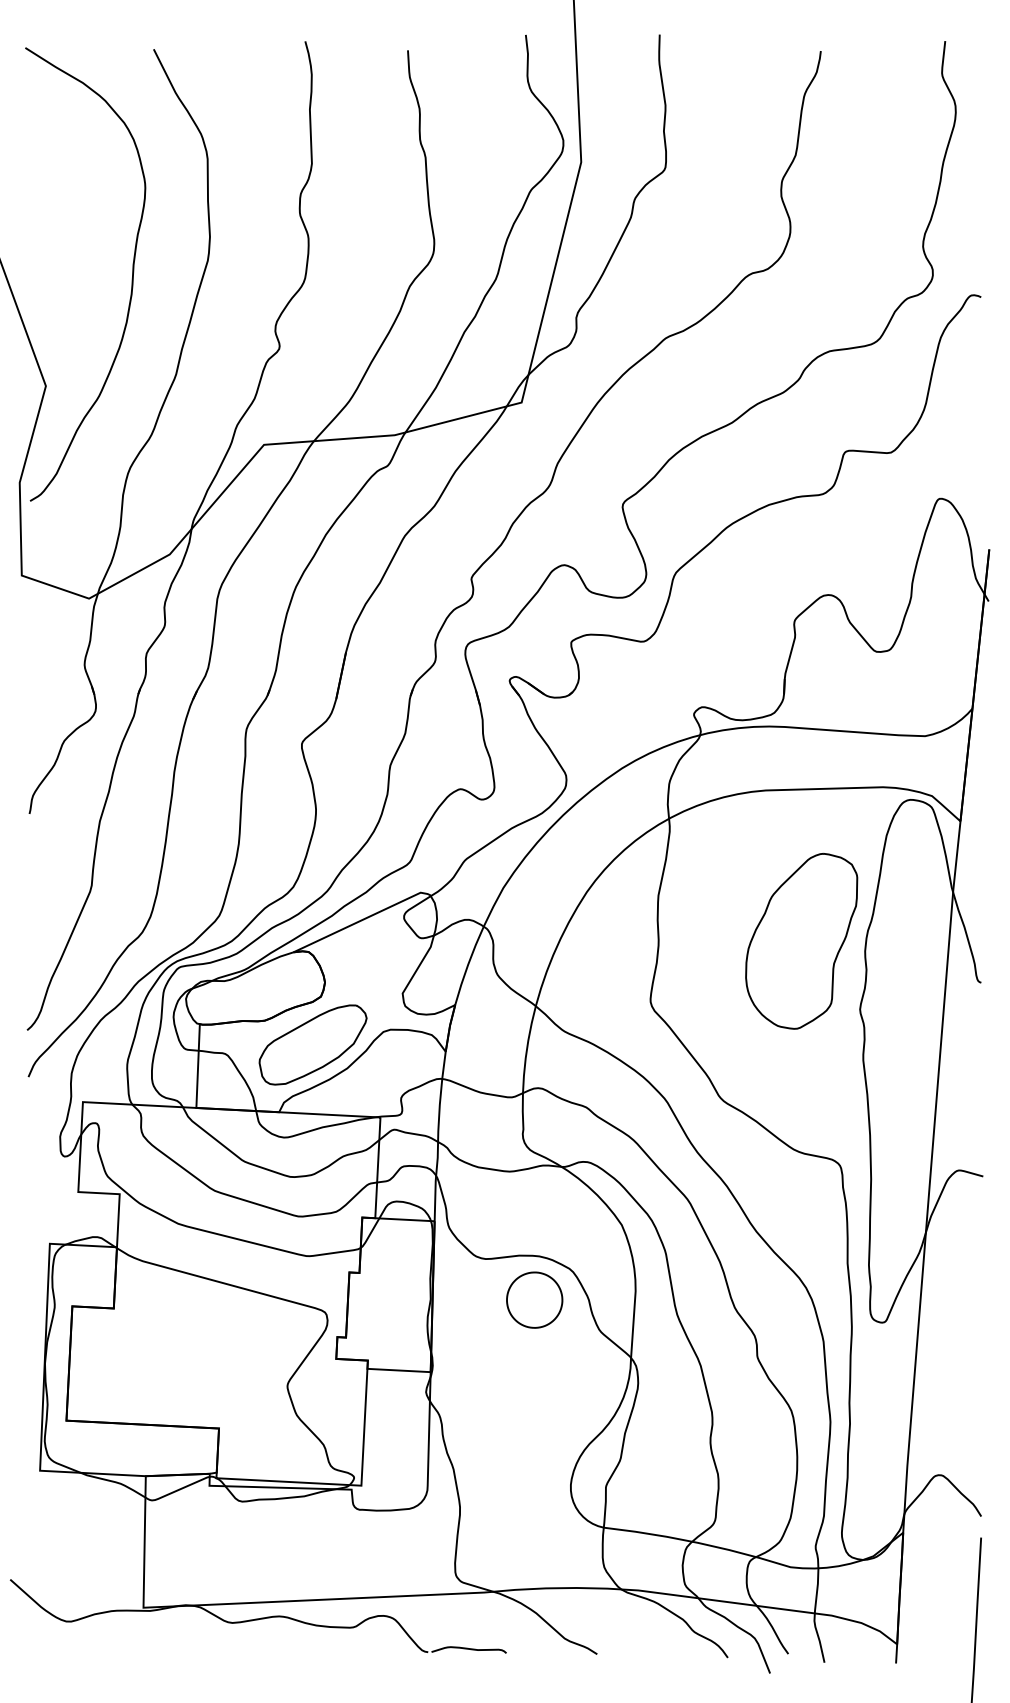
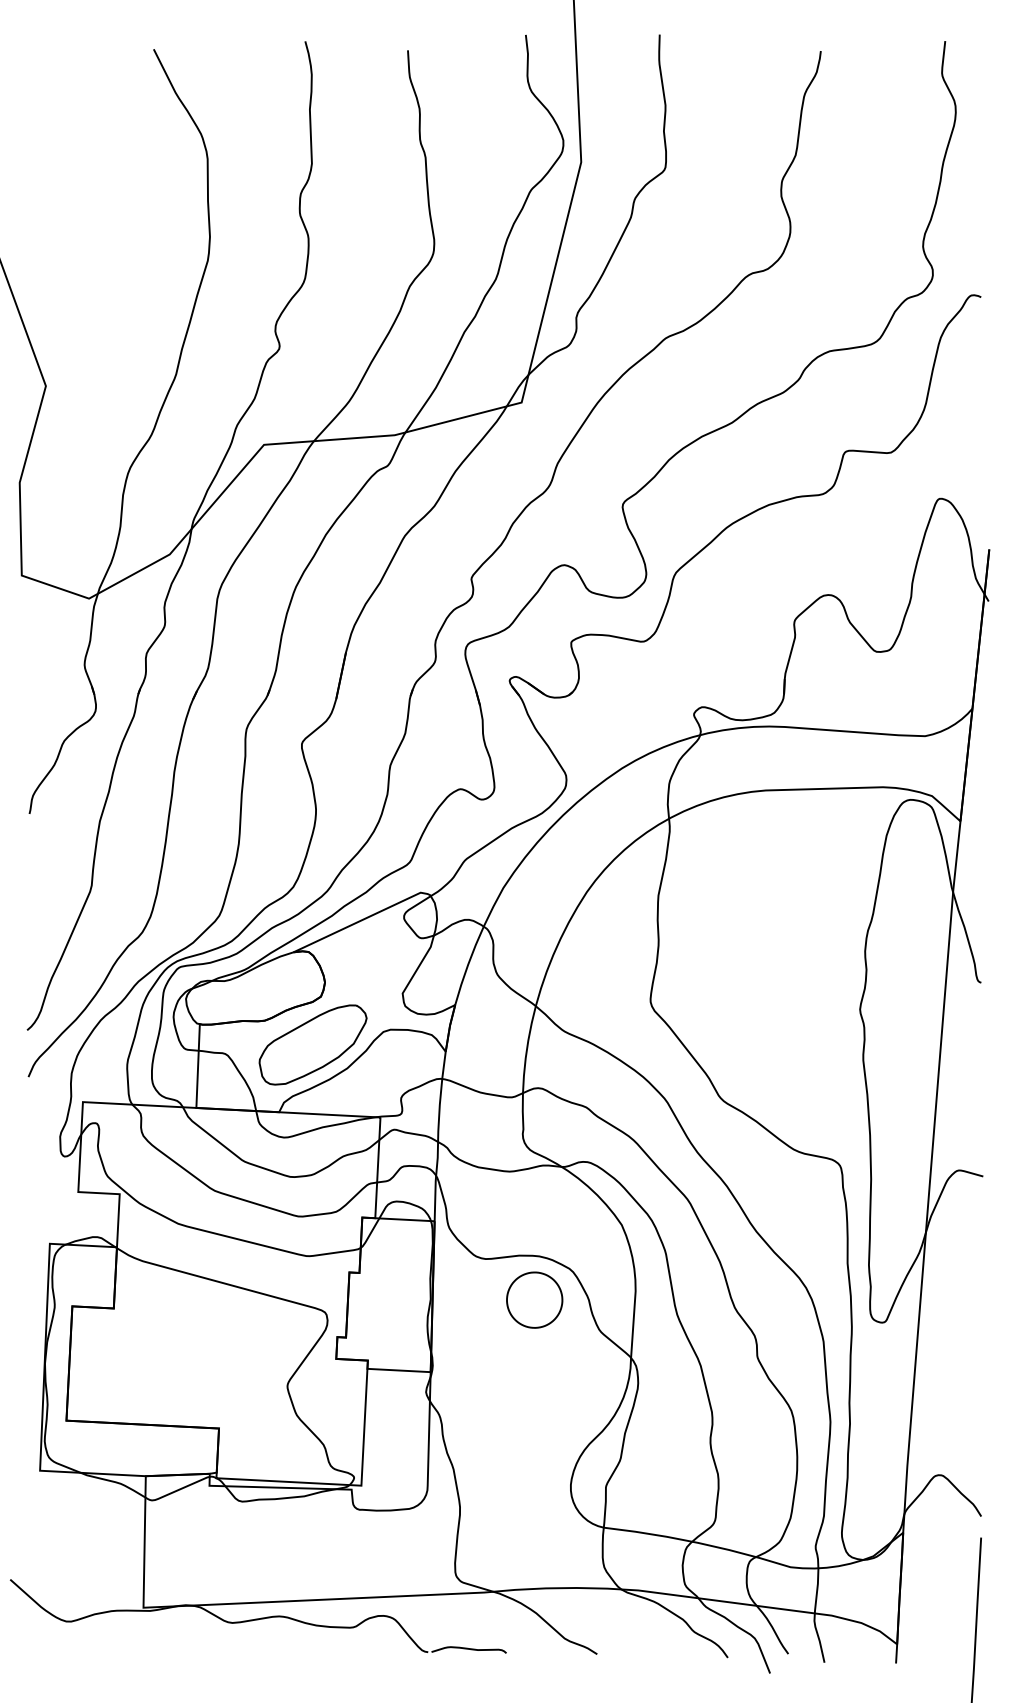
curve at (131, 279): present -> none
part at (801, 940): present -> none
